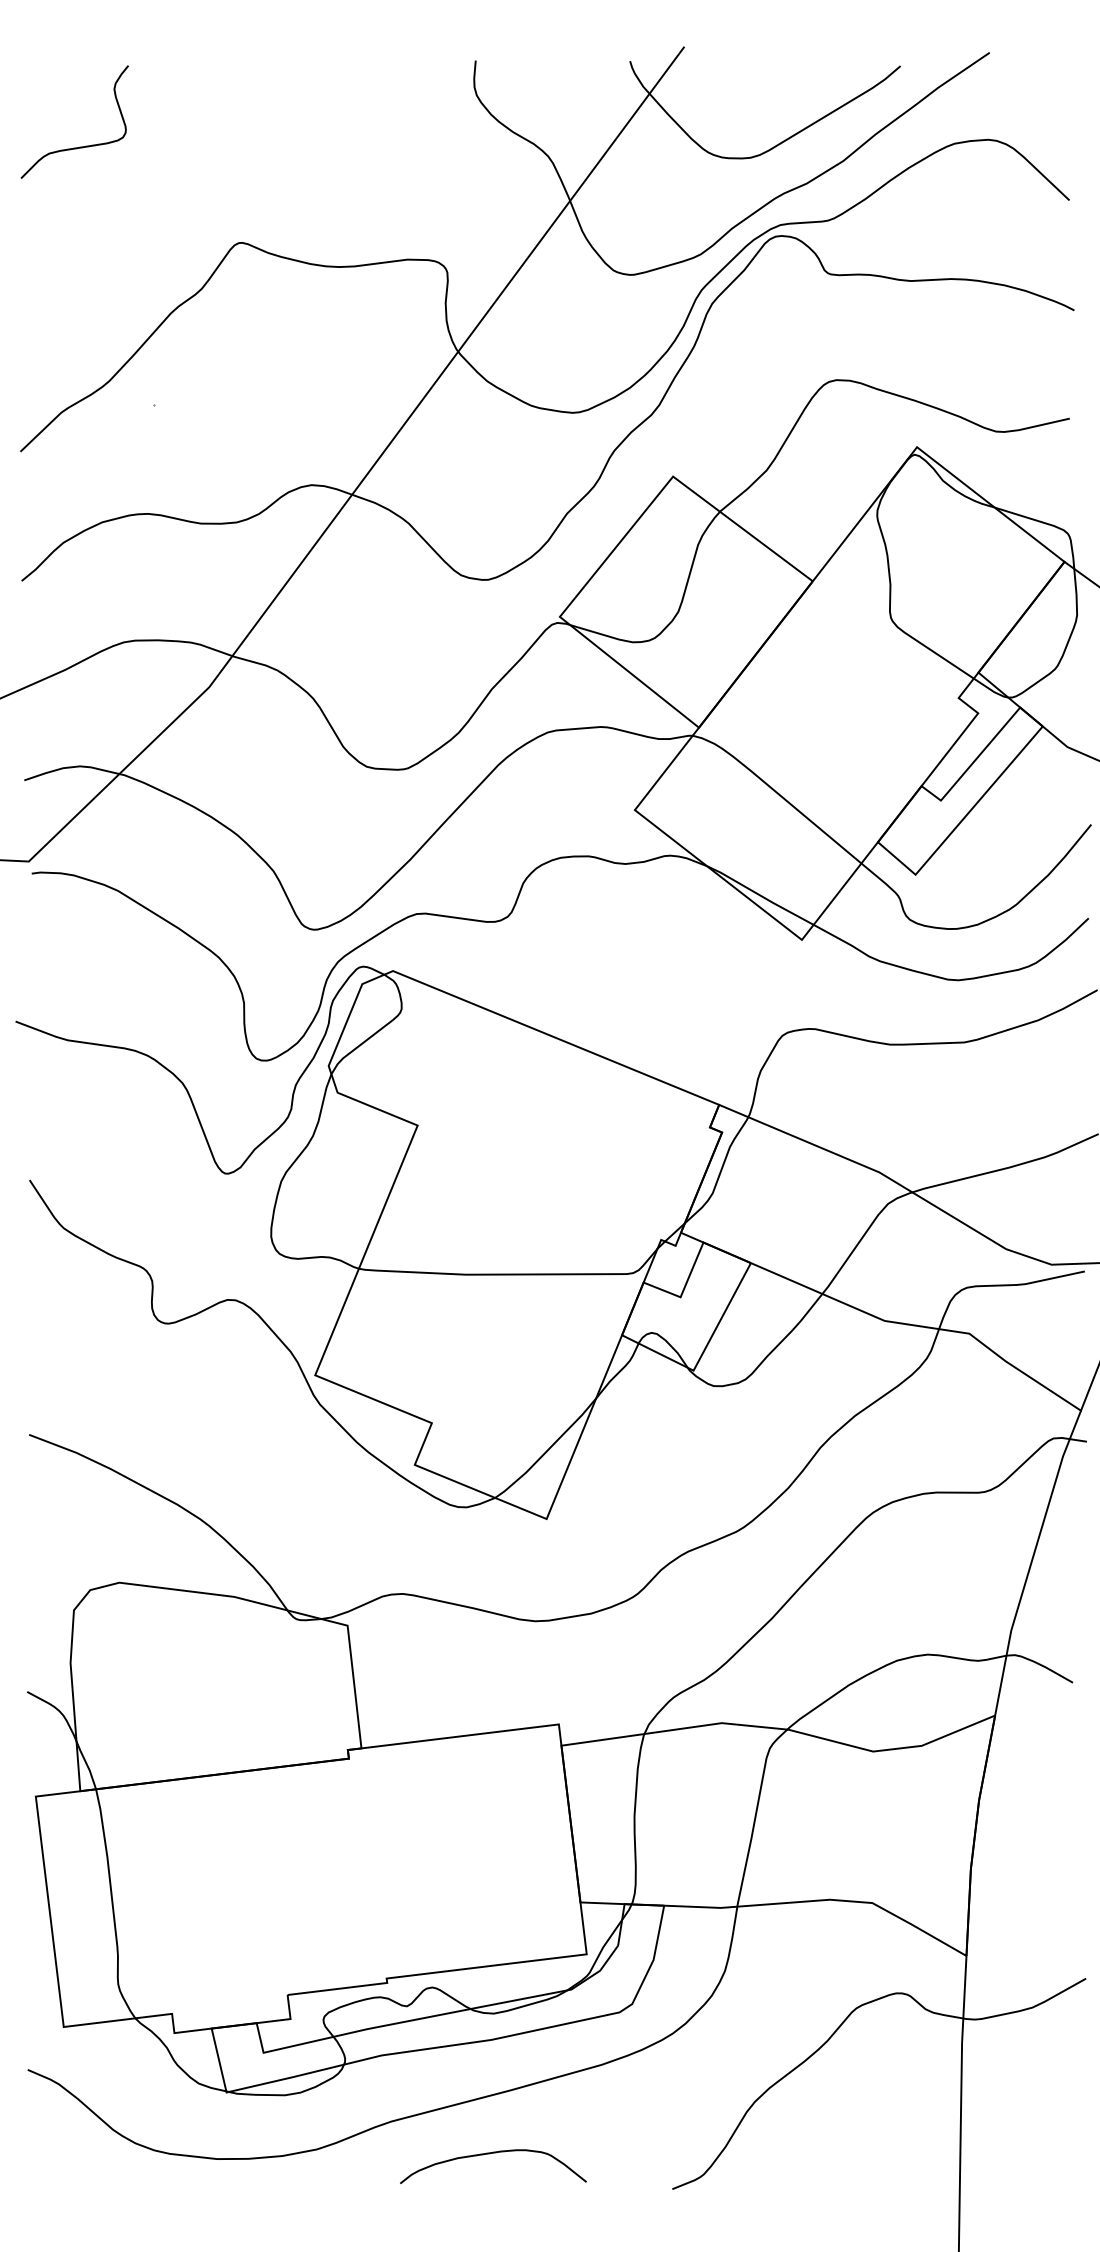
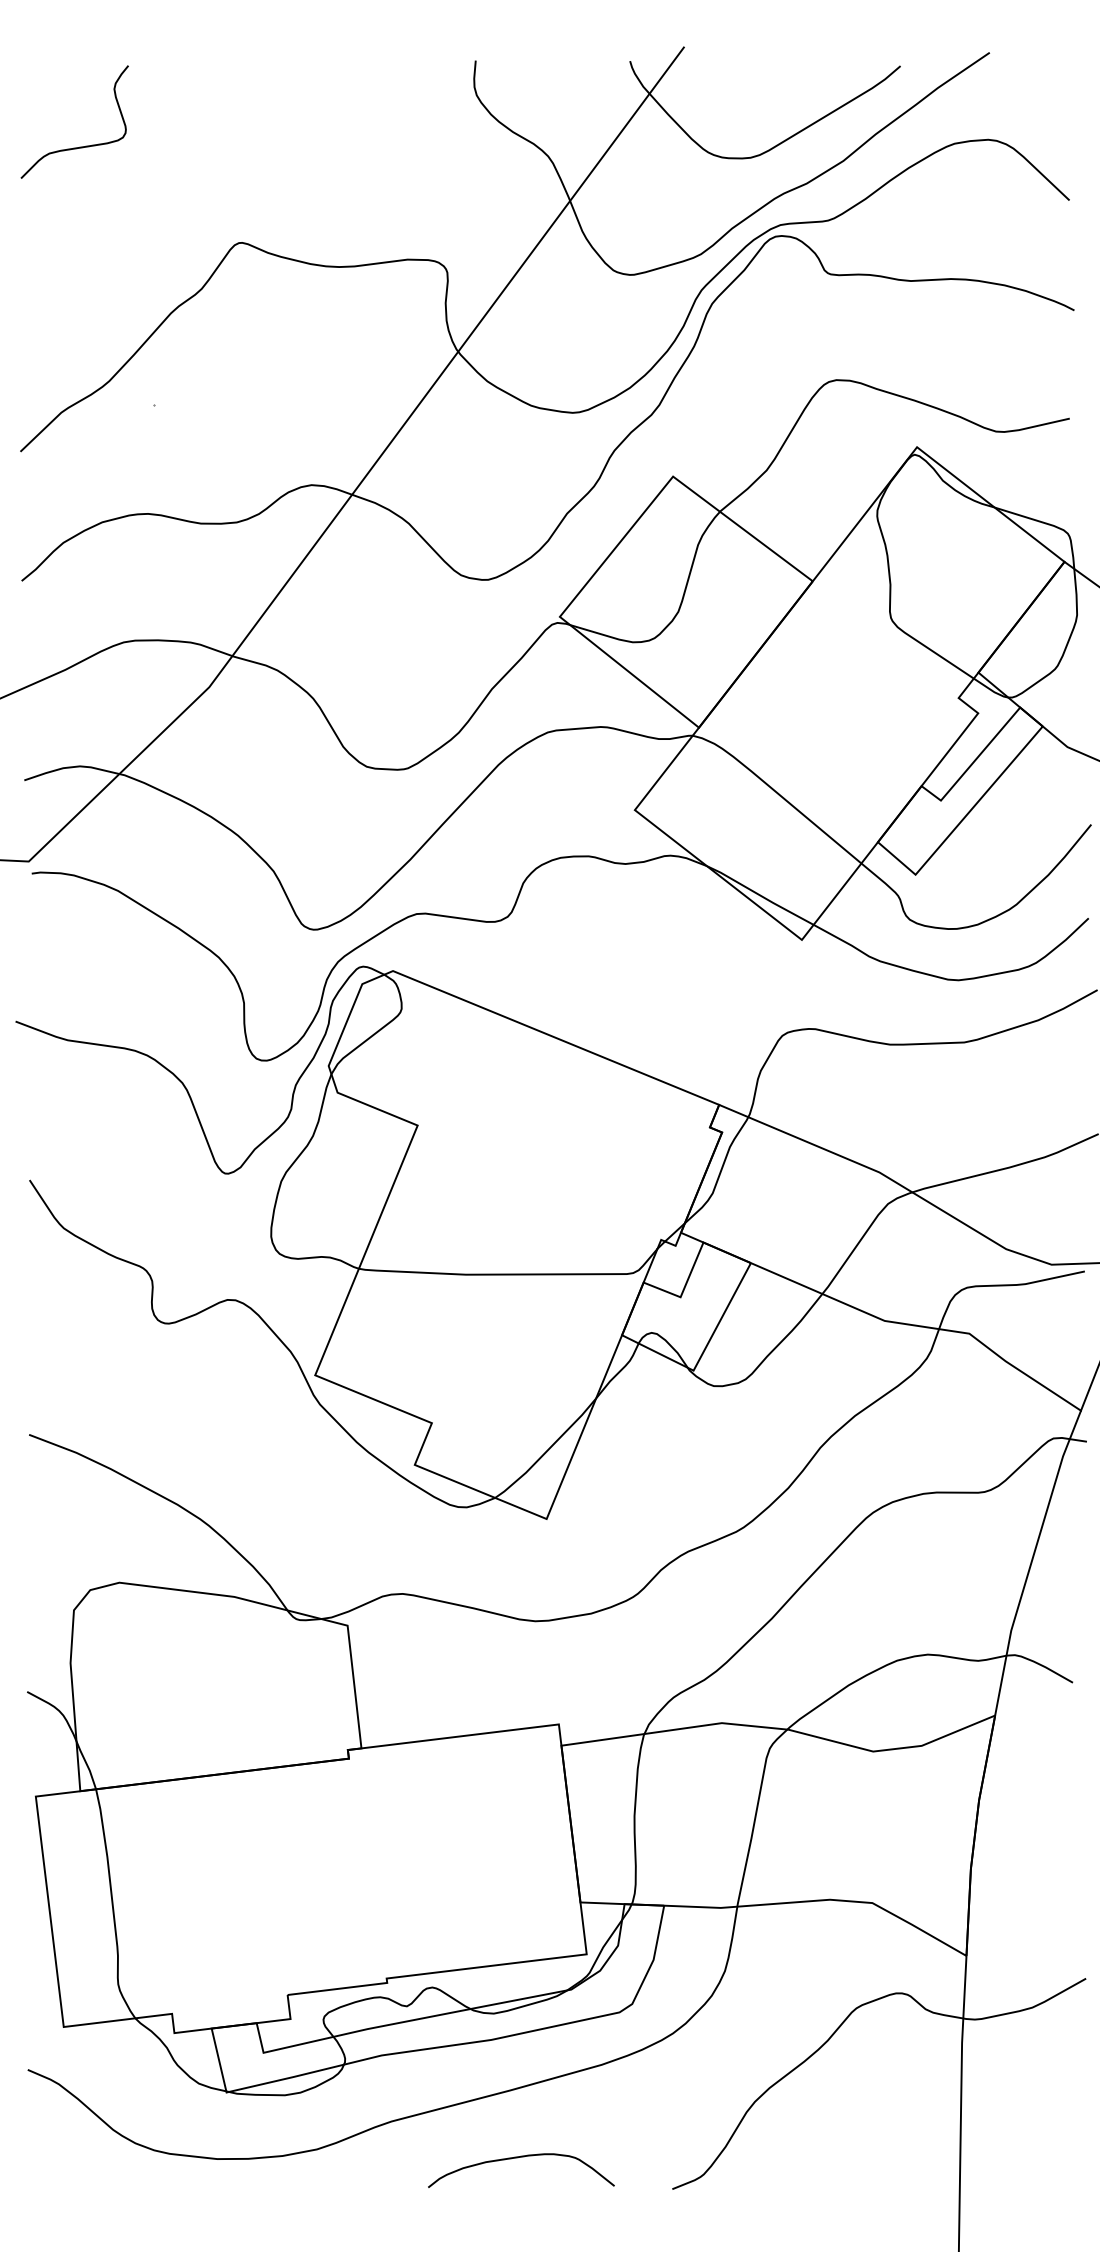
curve at (489, 2154) position: (489, 2154) -> (517, 2158)
